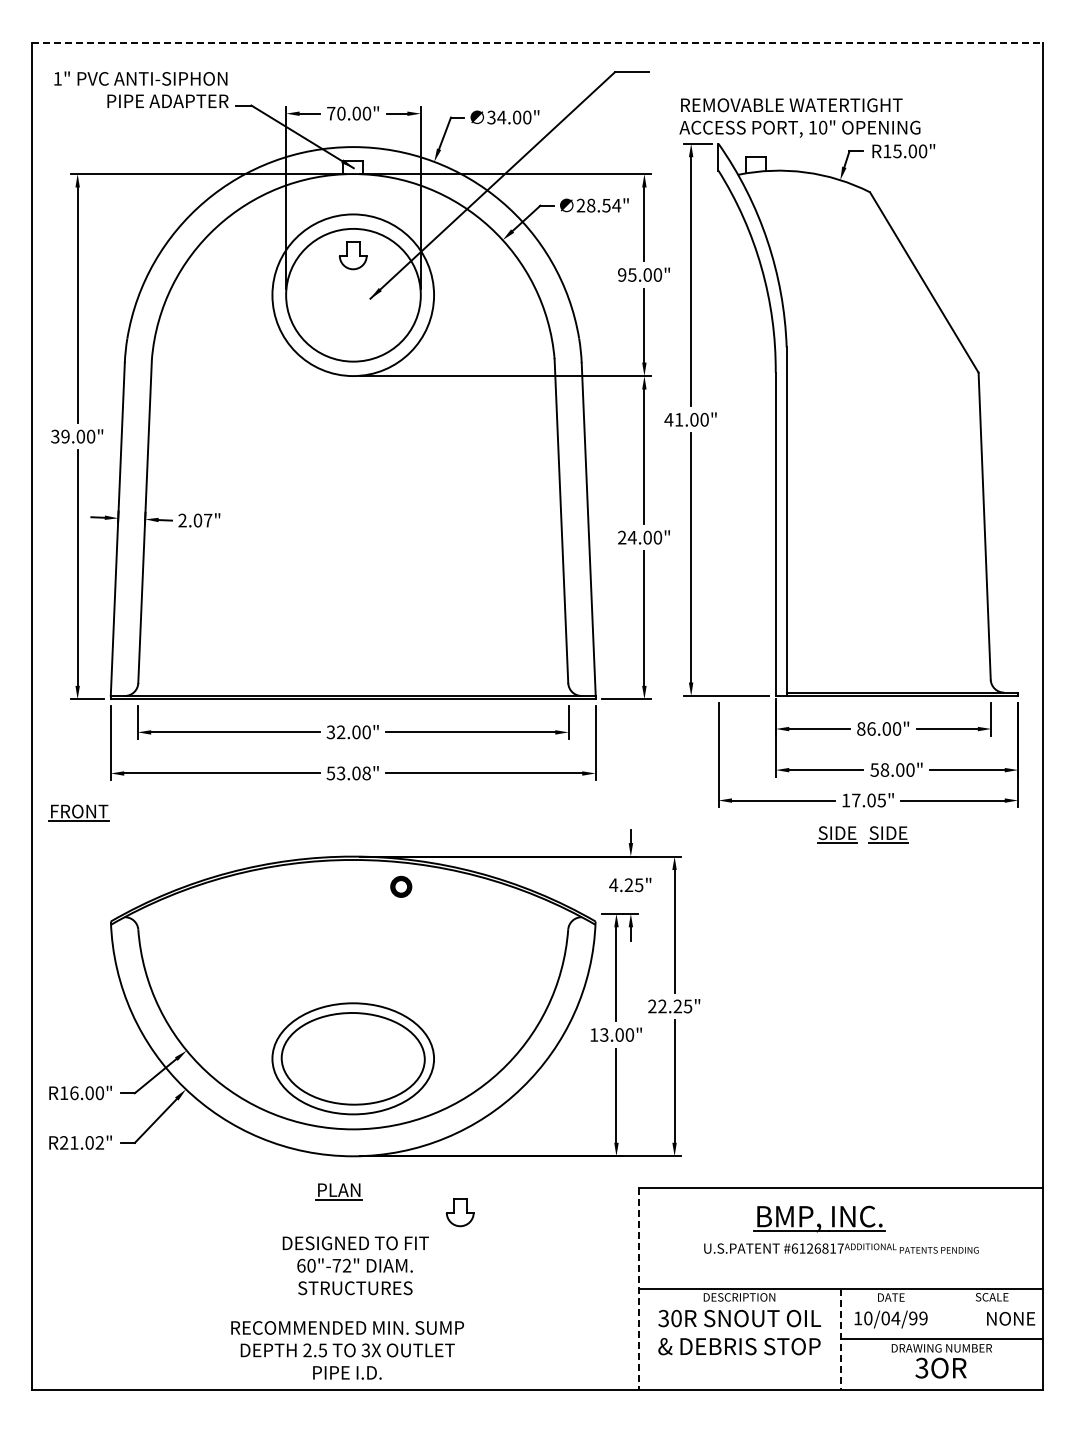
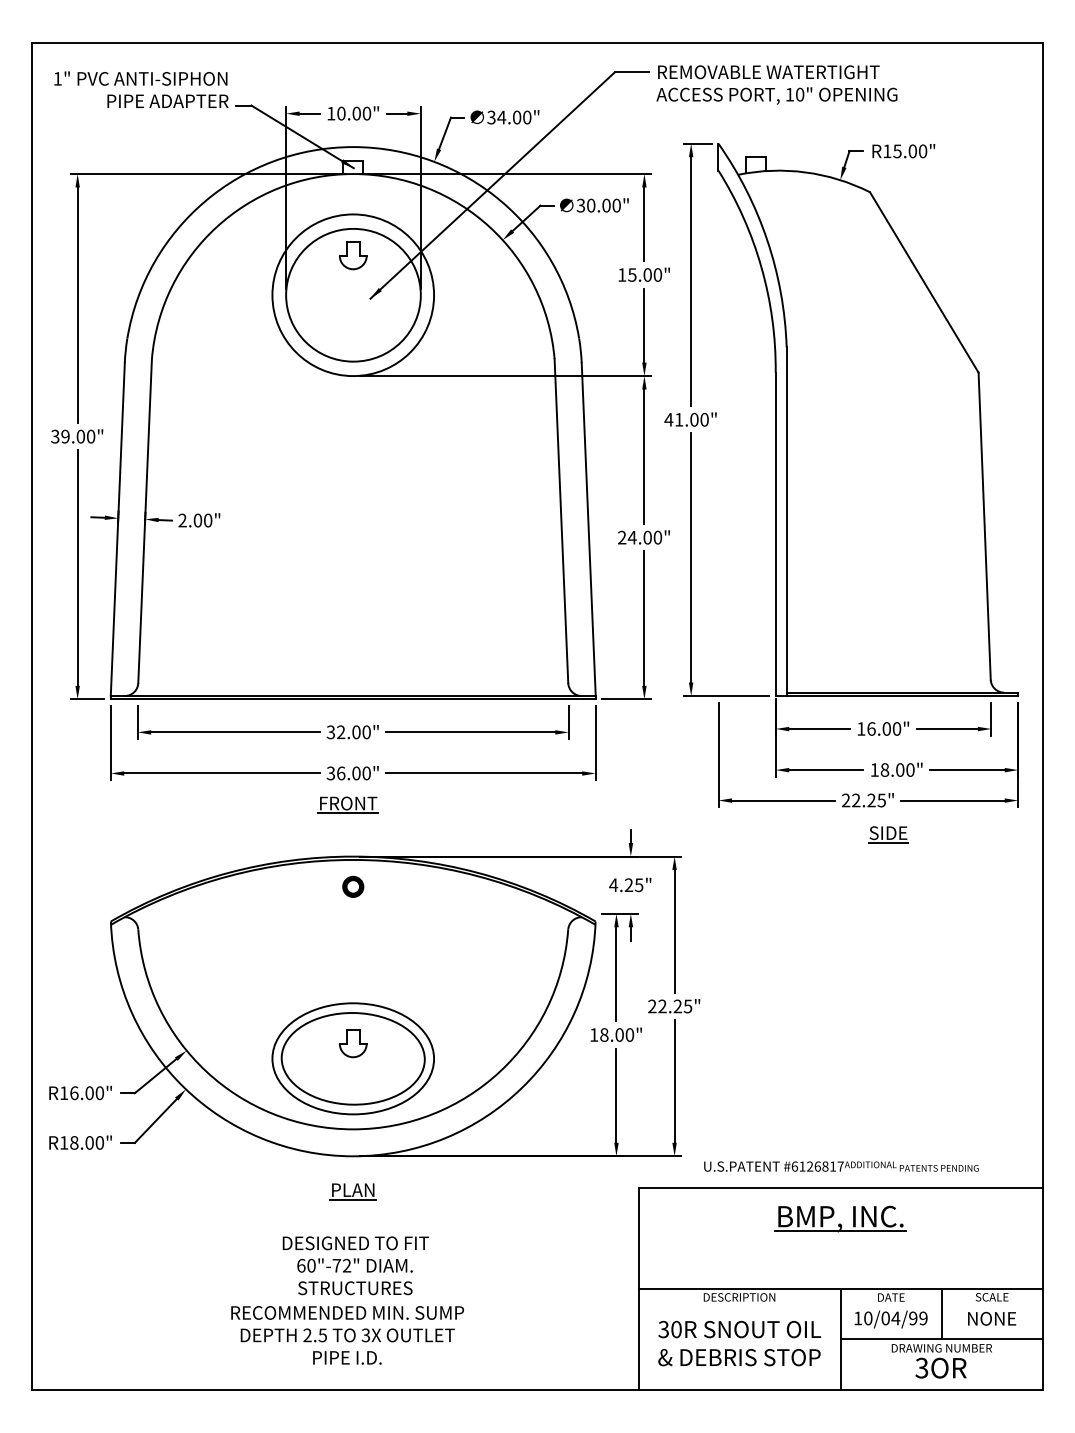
line at (538, 42): dashed -> solid
text at (331, 113): 70.00" -> 10.00"
text at (799, 117) position: (799, 117) -> (776, 84)
text at (598, 205): 28.54" -> 30.00"
text at (622, 274): 95.00" -> 15.00"
text at (208, 520): 2.07" -> 2.00"
text at (861, 728): 86.00" -> 16.00"
text at (874, 769): 58.00" -> 18.00"
text at (348, 773): 53.08" -> 36.00"
text at (858, 800): 17.05" -> 22.25"
part at (78, 812) position: (78, 812) -> (347, 804)
part at (837, 834): present -> none
part at (401, 886) position: (401, 886) -> (353, 886)
text at (604, 1034): 13.00" -> 18.00"
text at (82, 1142): R21.02" -> R18.00"
part at (338, 1191) position: (338, 1191) -> (352, 1191)
part at (459, 1212) position: (459, 1212) -> (352, 1043)
part at (819, 1218) position: (819, 1218) -> (840, 1218)
text at (841, 1248) position: (841, 1248) -> (841, 1166)
line at (638, 1289): dashed -> solid
line at (941, 1313): none -> present
text at (1011, 1318) position: (1011, 1318) -> (992, 1318)
text at (739, 1332) position: (739, 1332) -> (739, 1343)
line at (840, 1339): dashed -> solid
text at (347, 1350) position: (347, 1350) -> (347, 1335)
